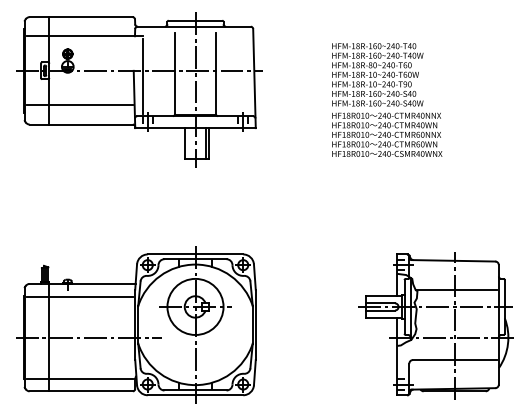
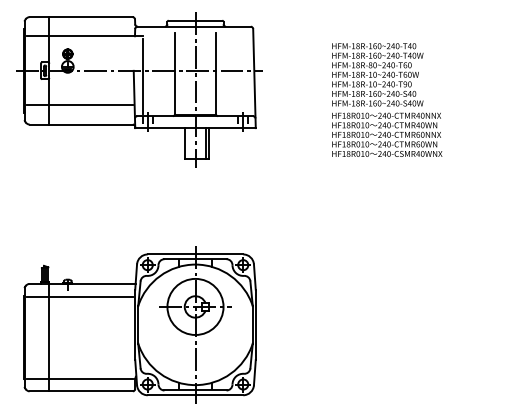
part at (435, 325): present -> none
line at (88, 337): present -> none
